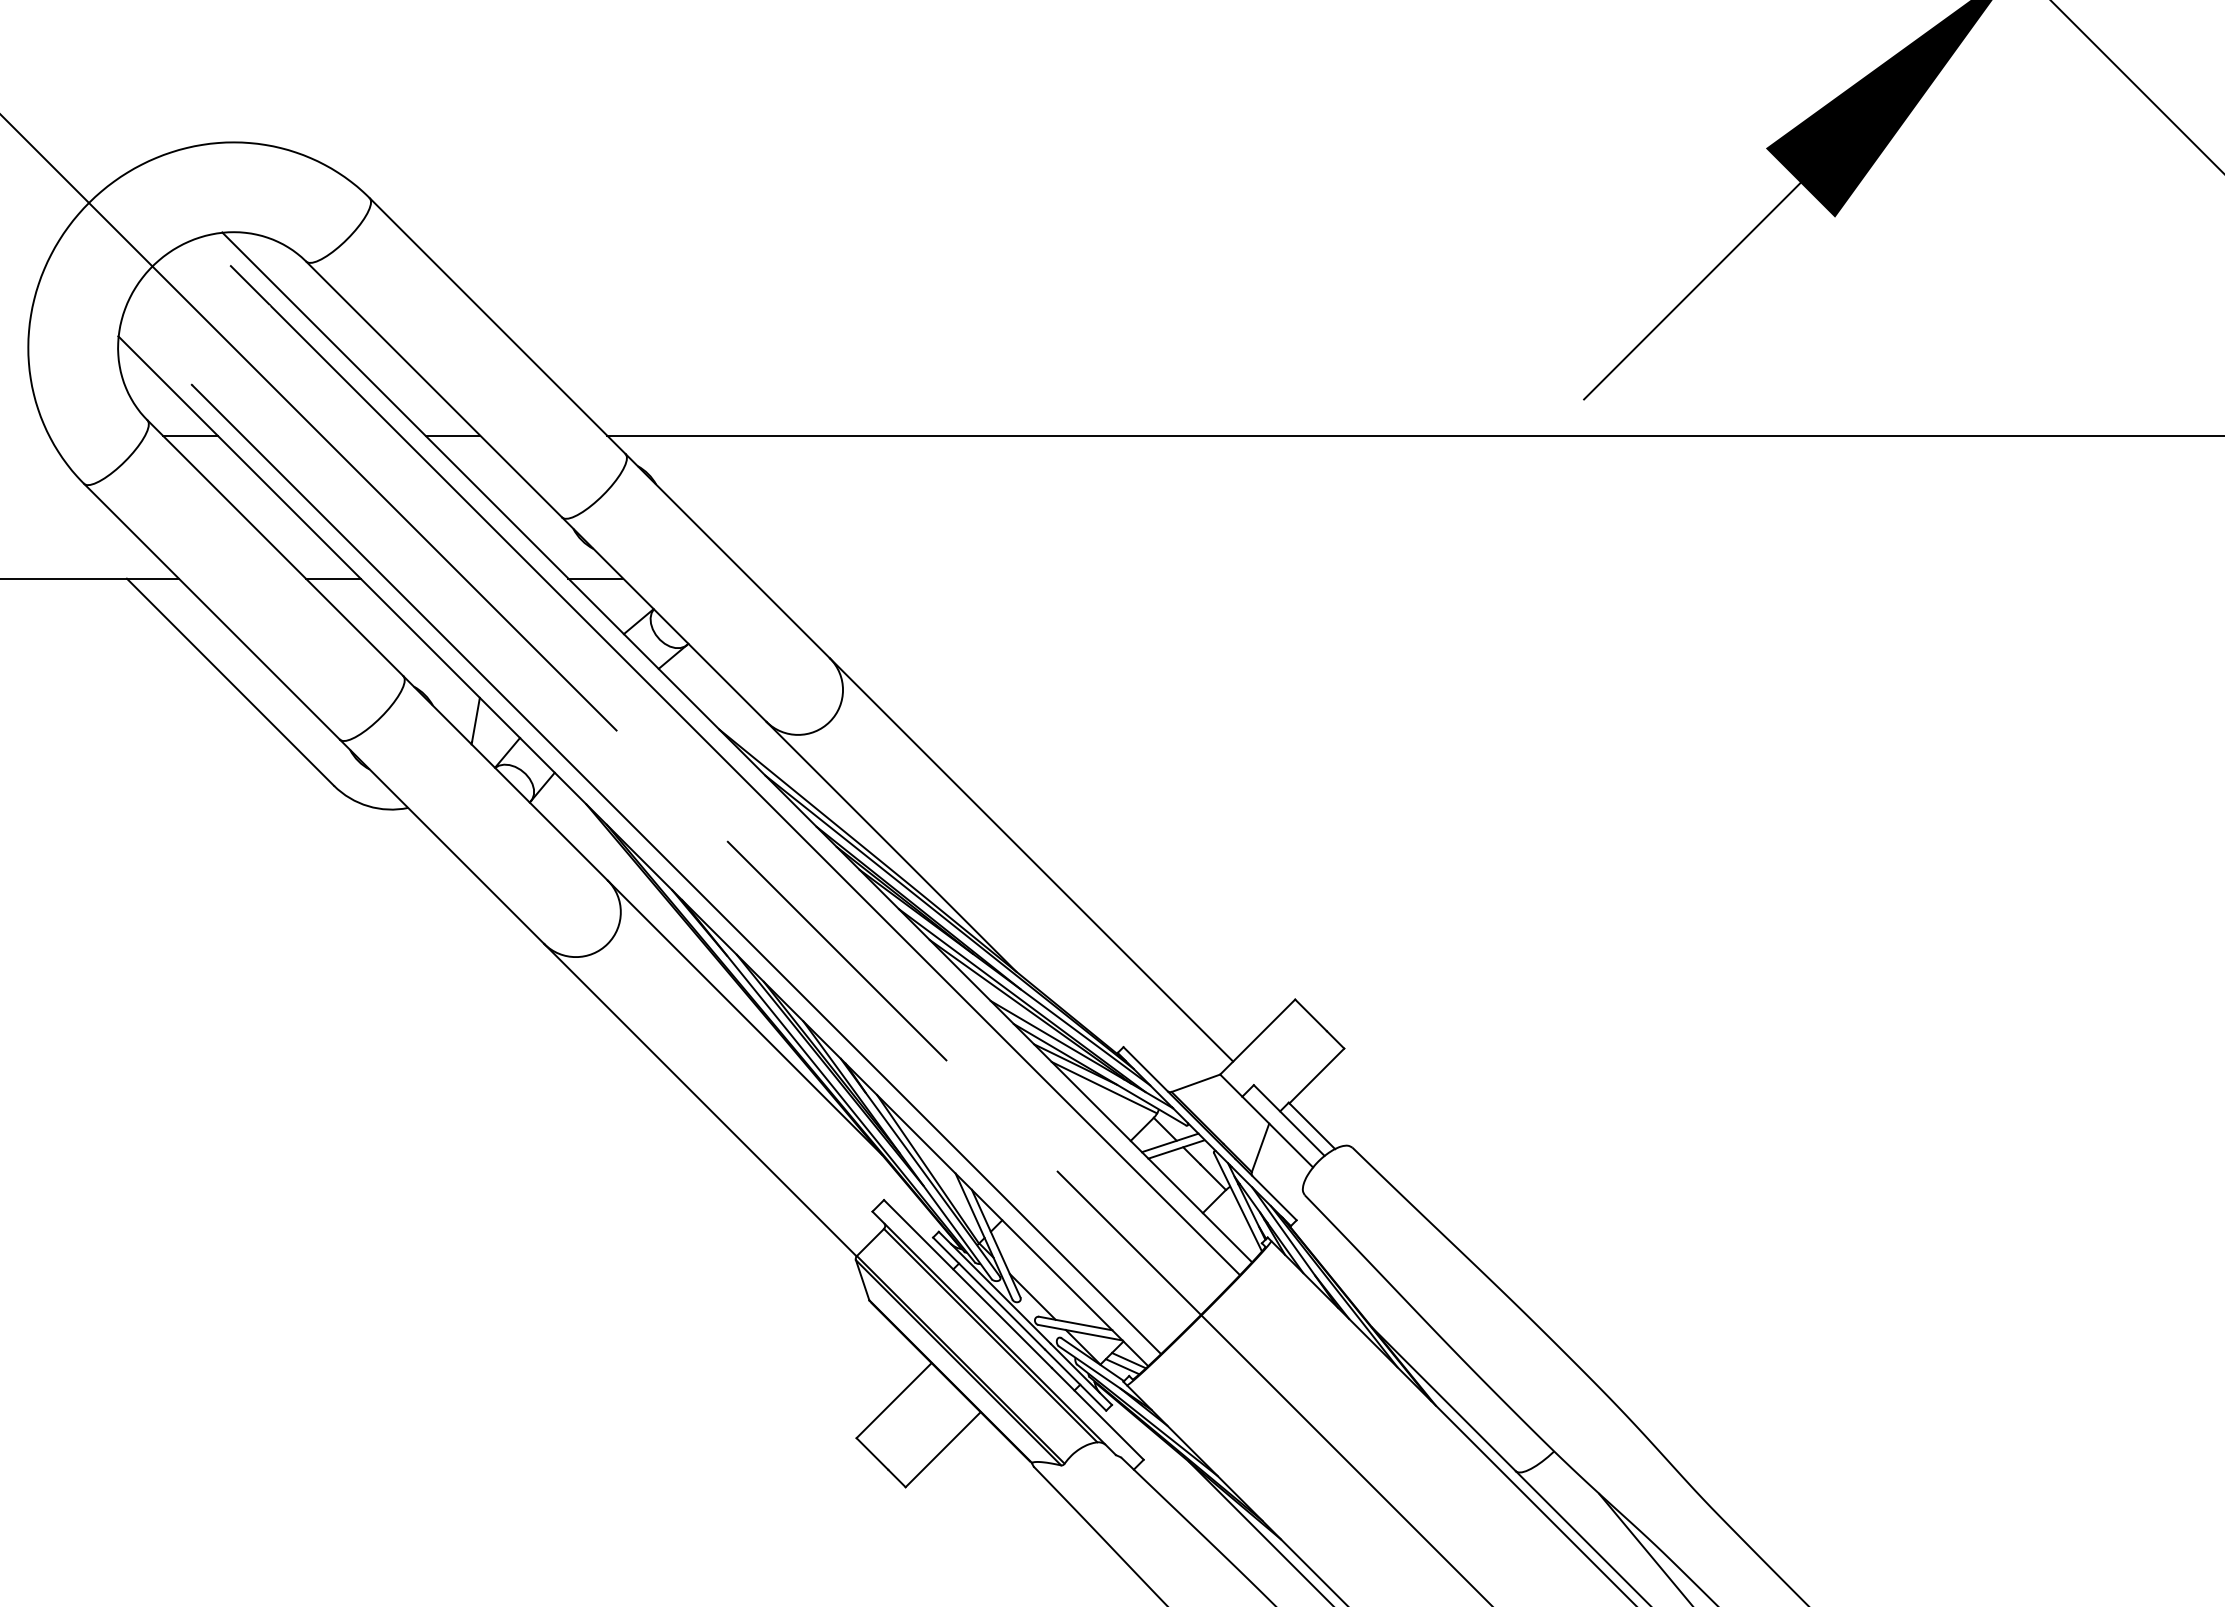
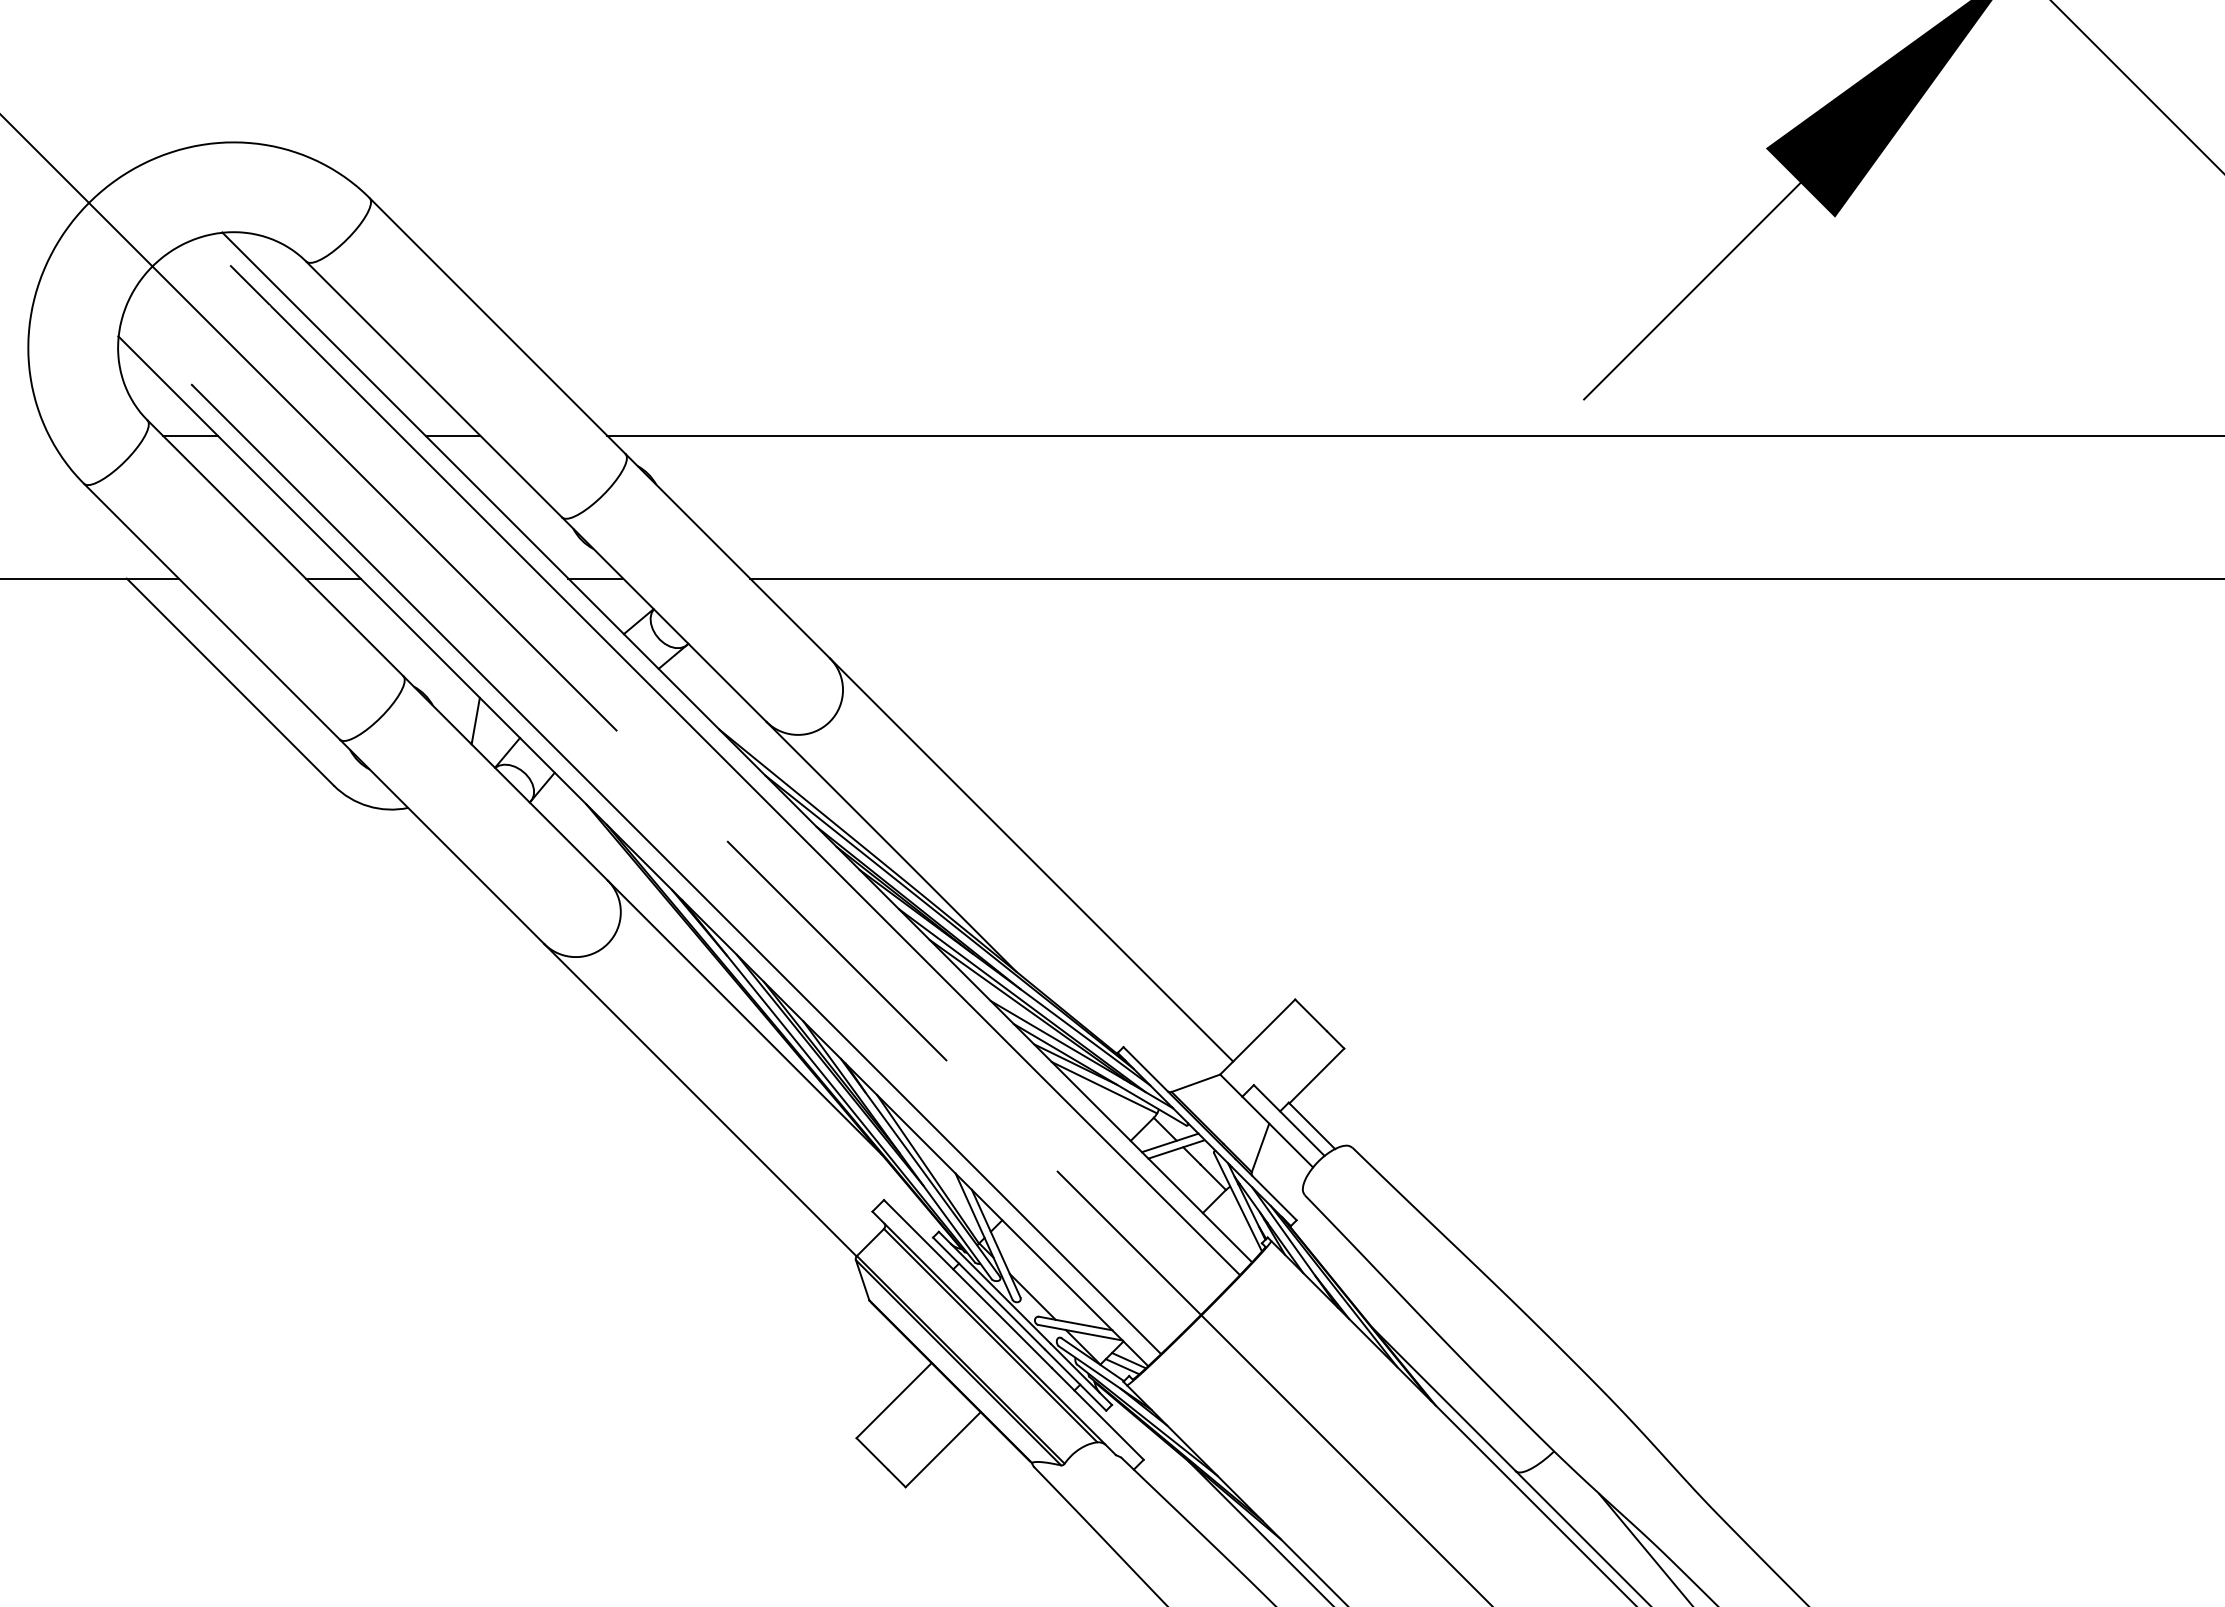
line at (1485, 578): none -> present
